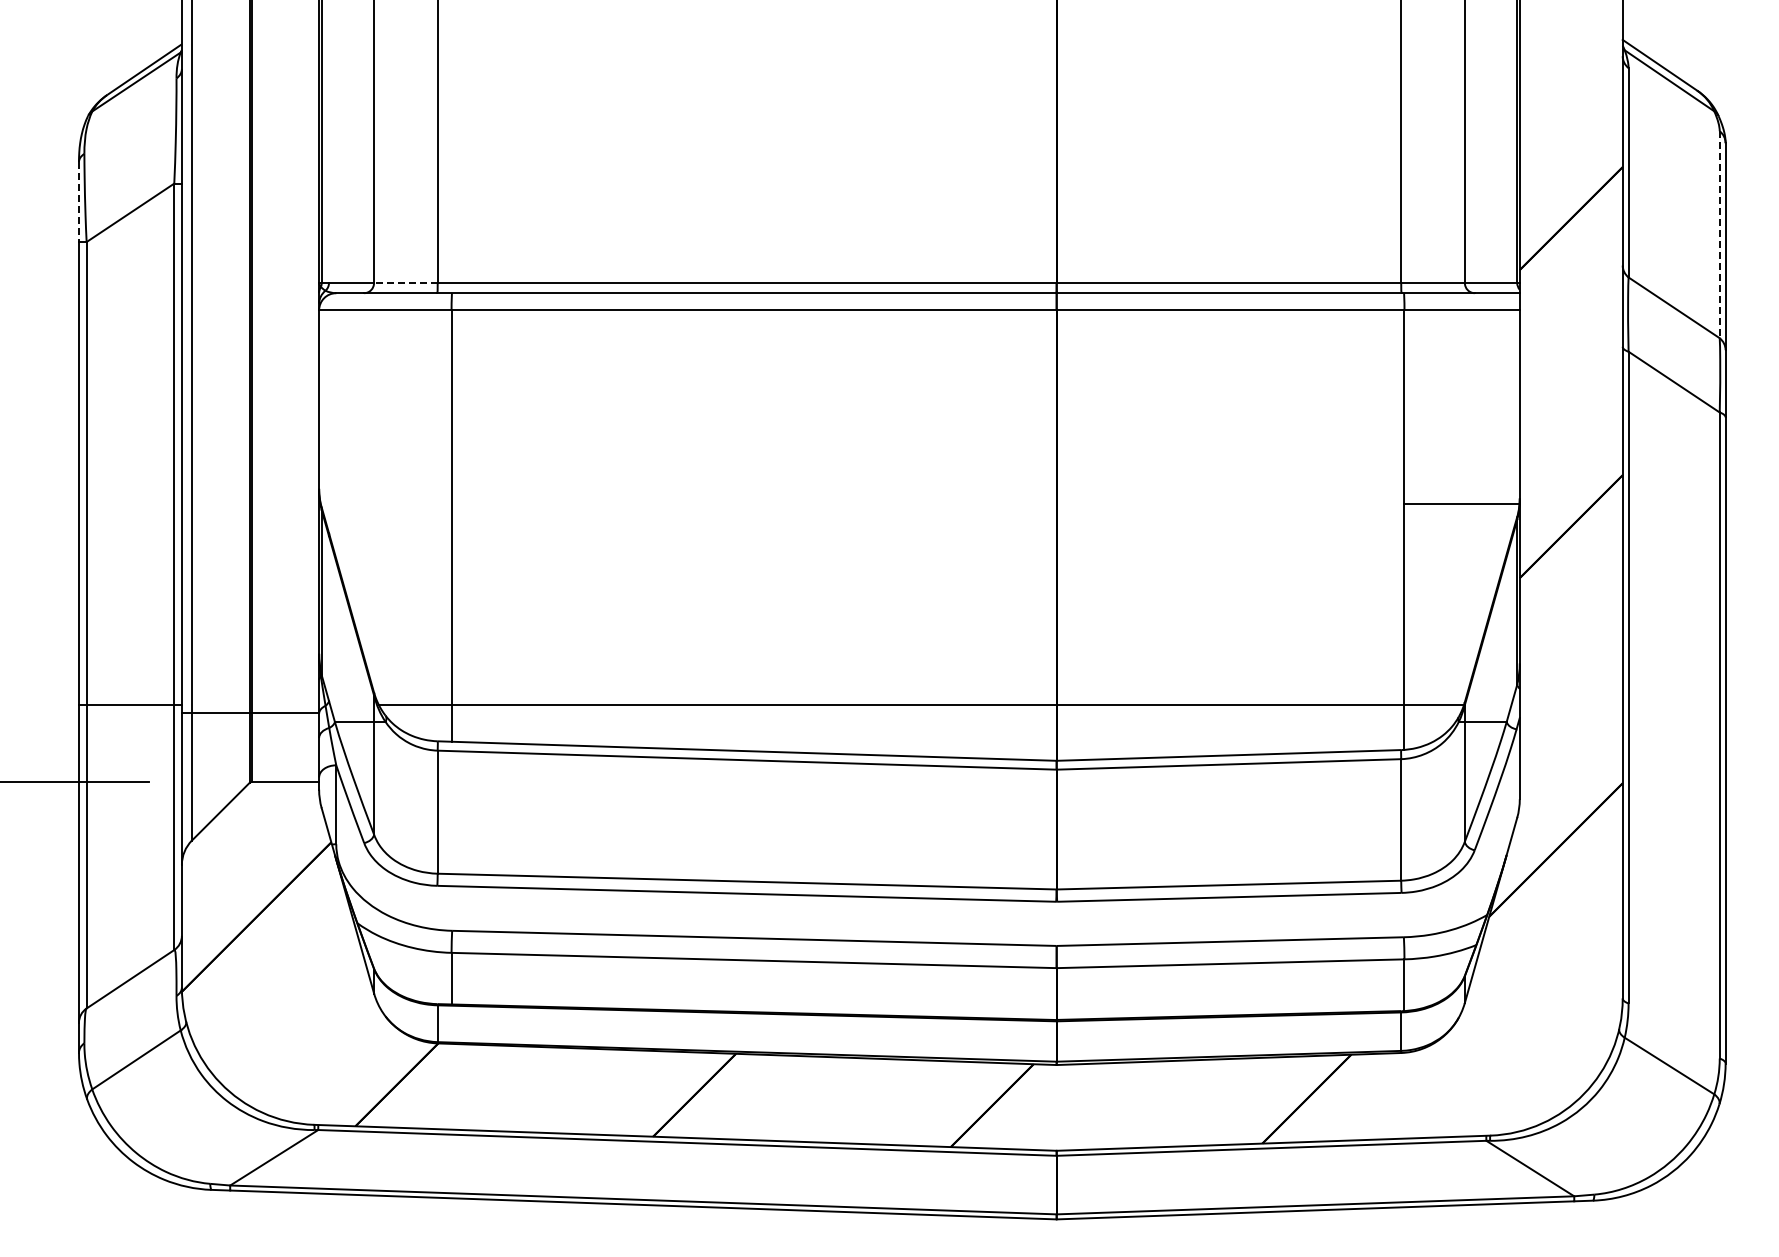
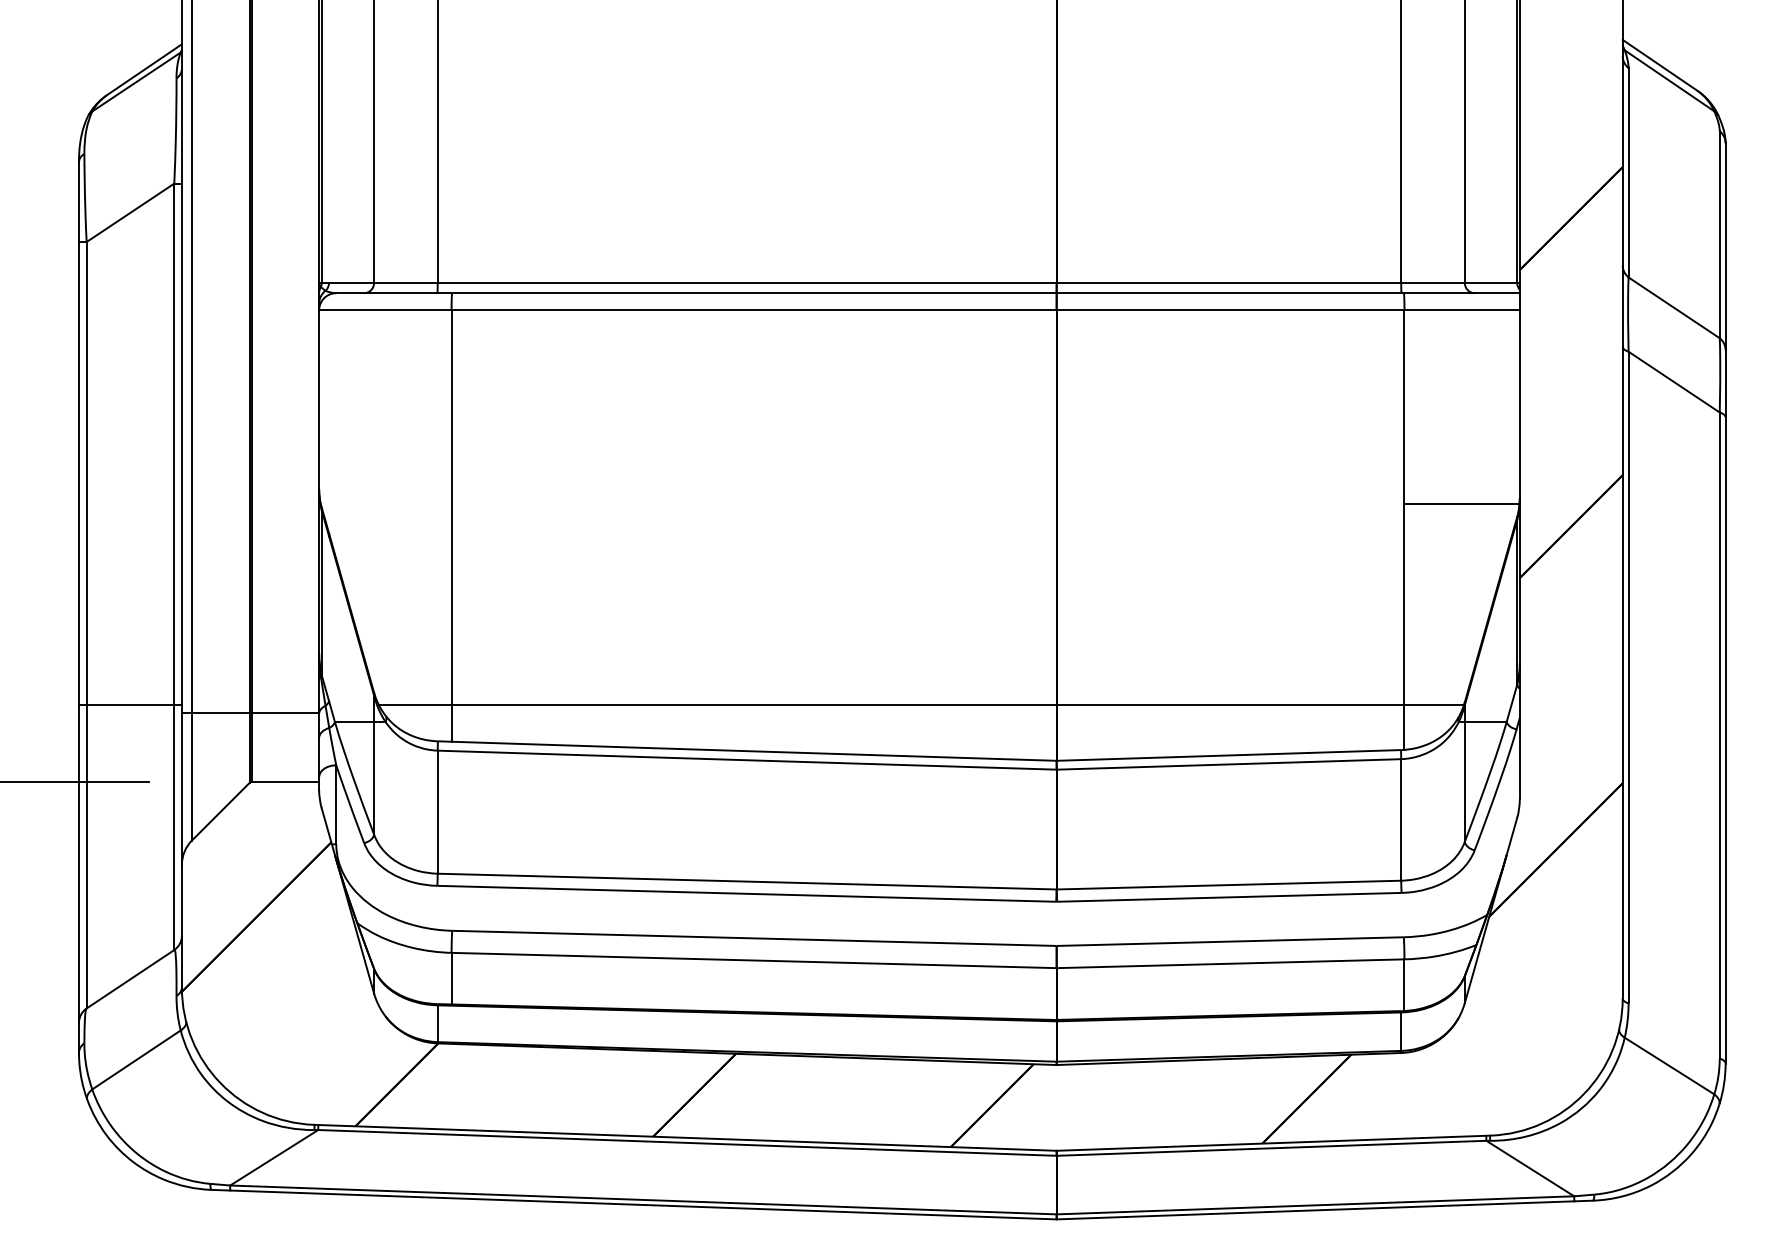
line at (79, 202): dashed -> solid
line at (1719, 235): dashed -> solid
line at (405, 282): dashed -> solid
